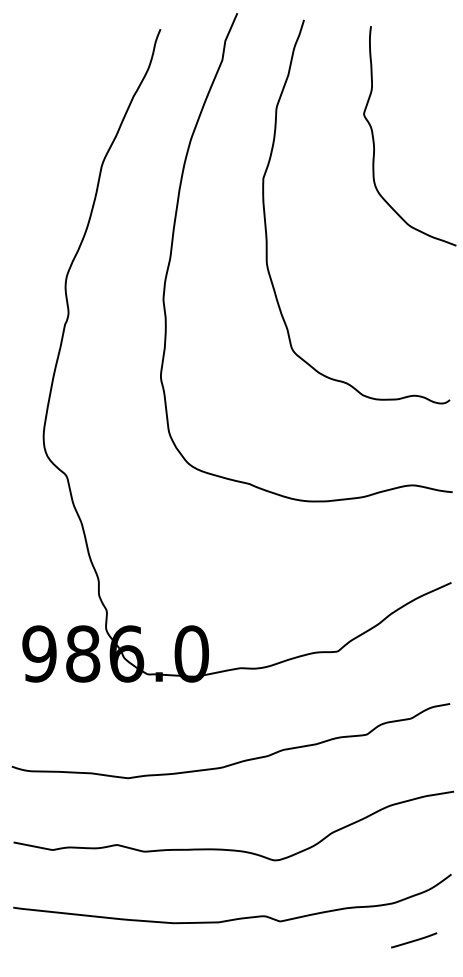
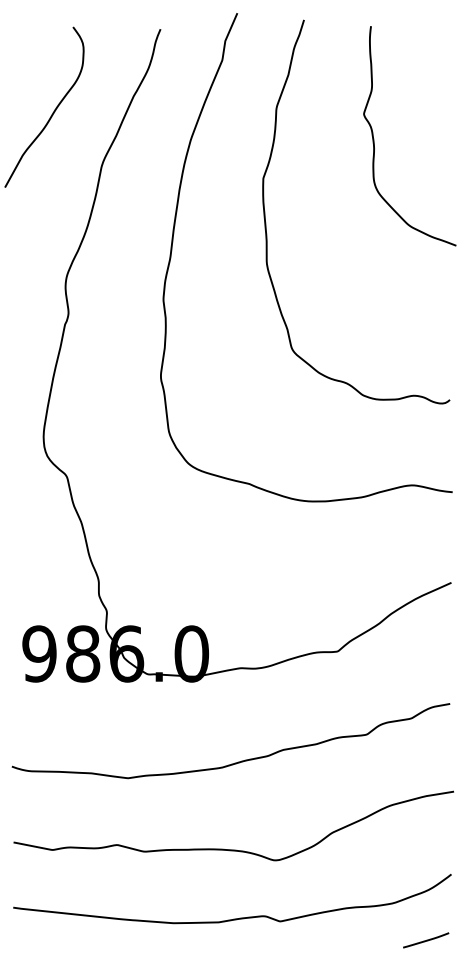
curve at (52, 112): none -> present
line at (414, 940) position: (414, 940) -> (426, 940)
